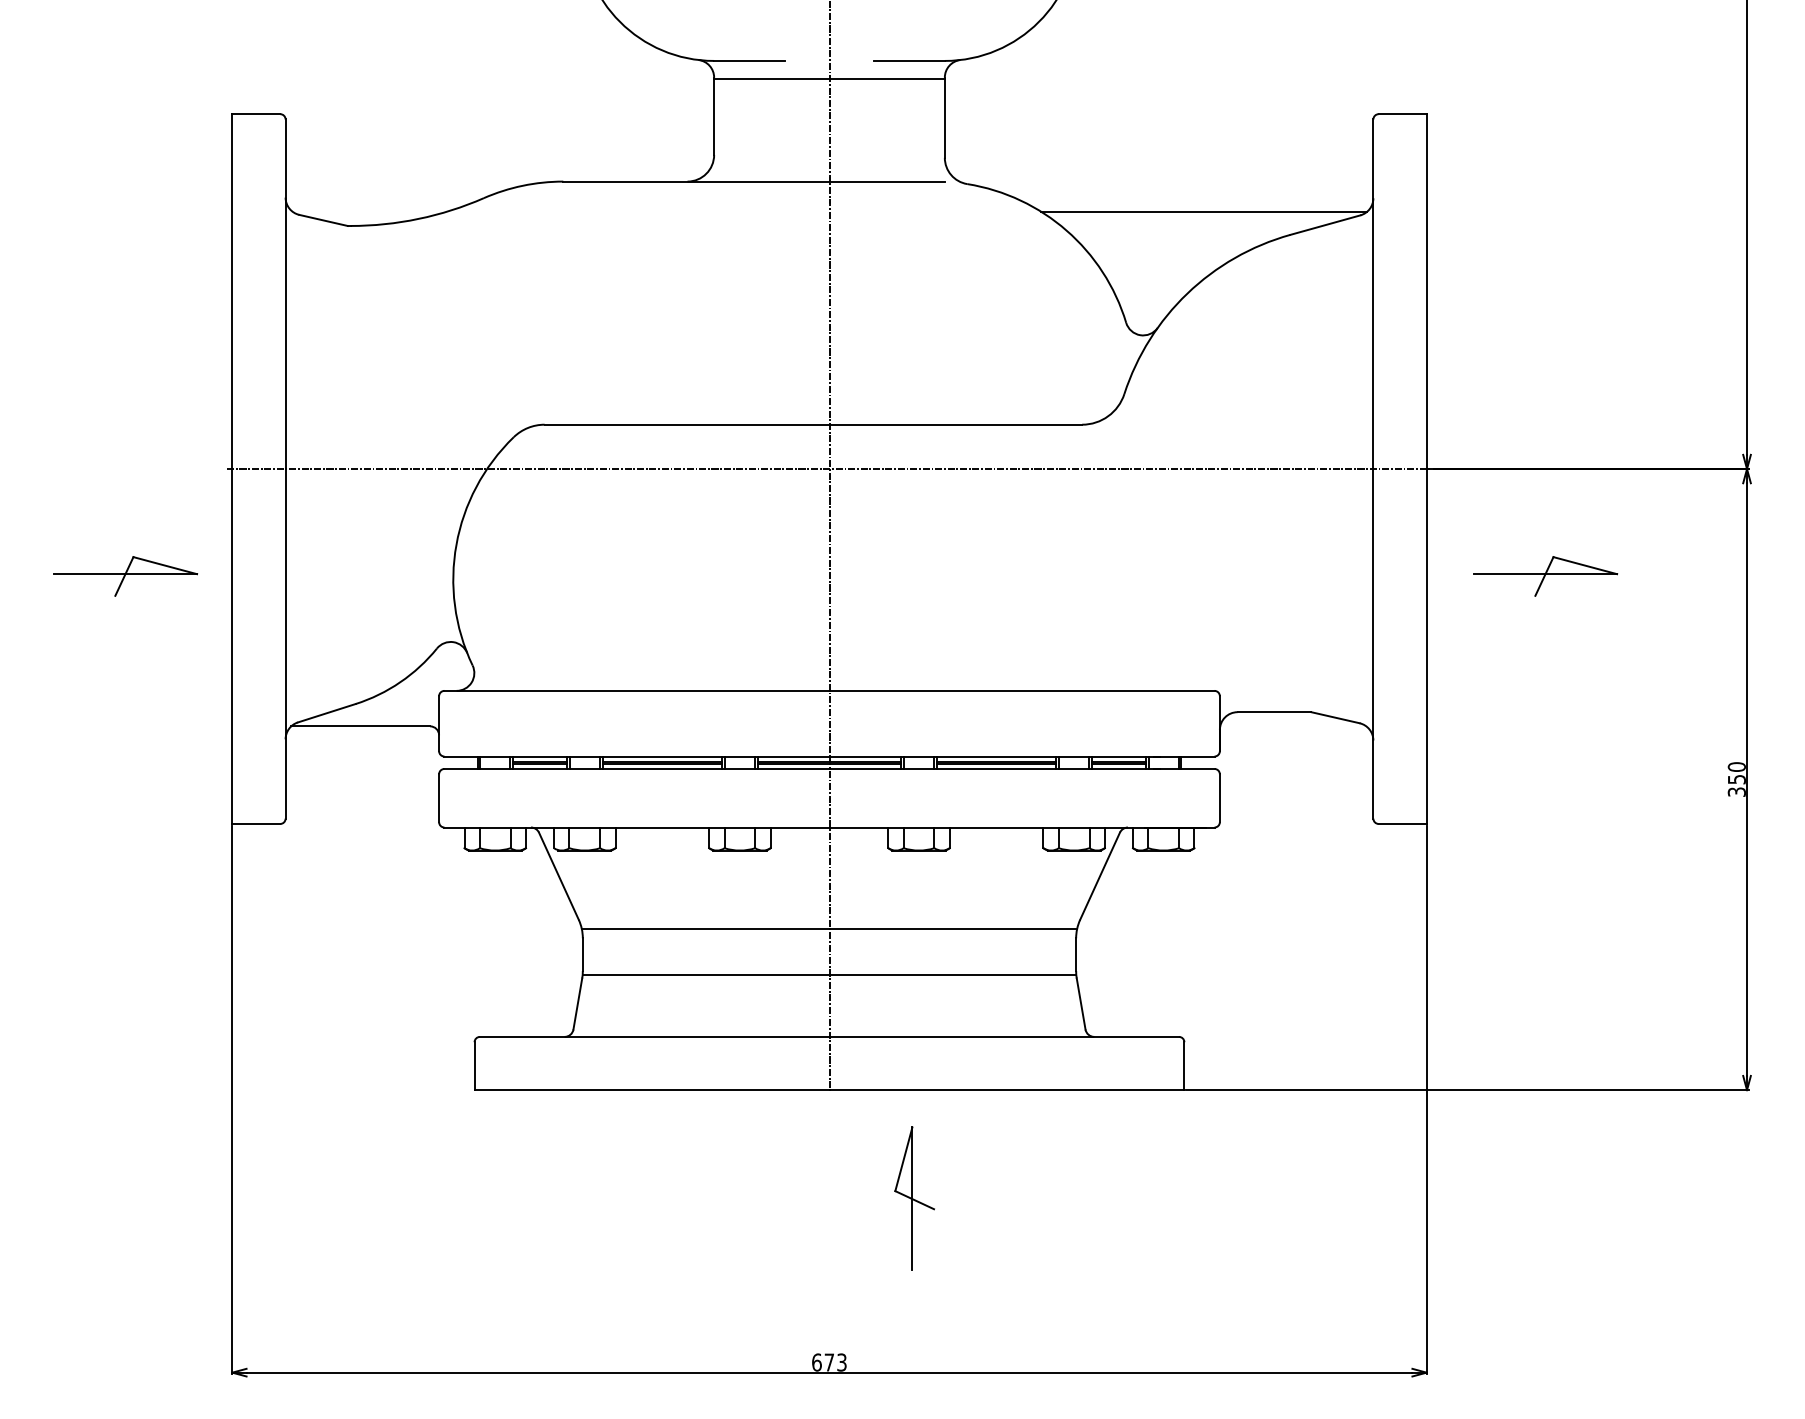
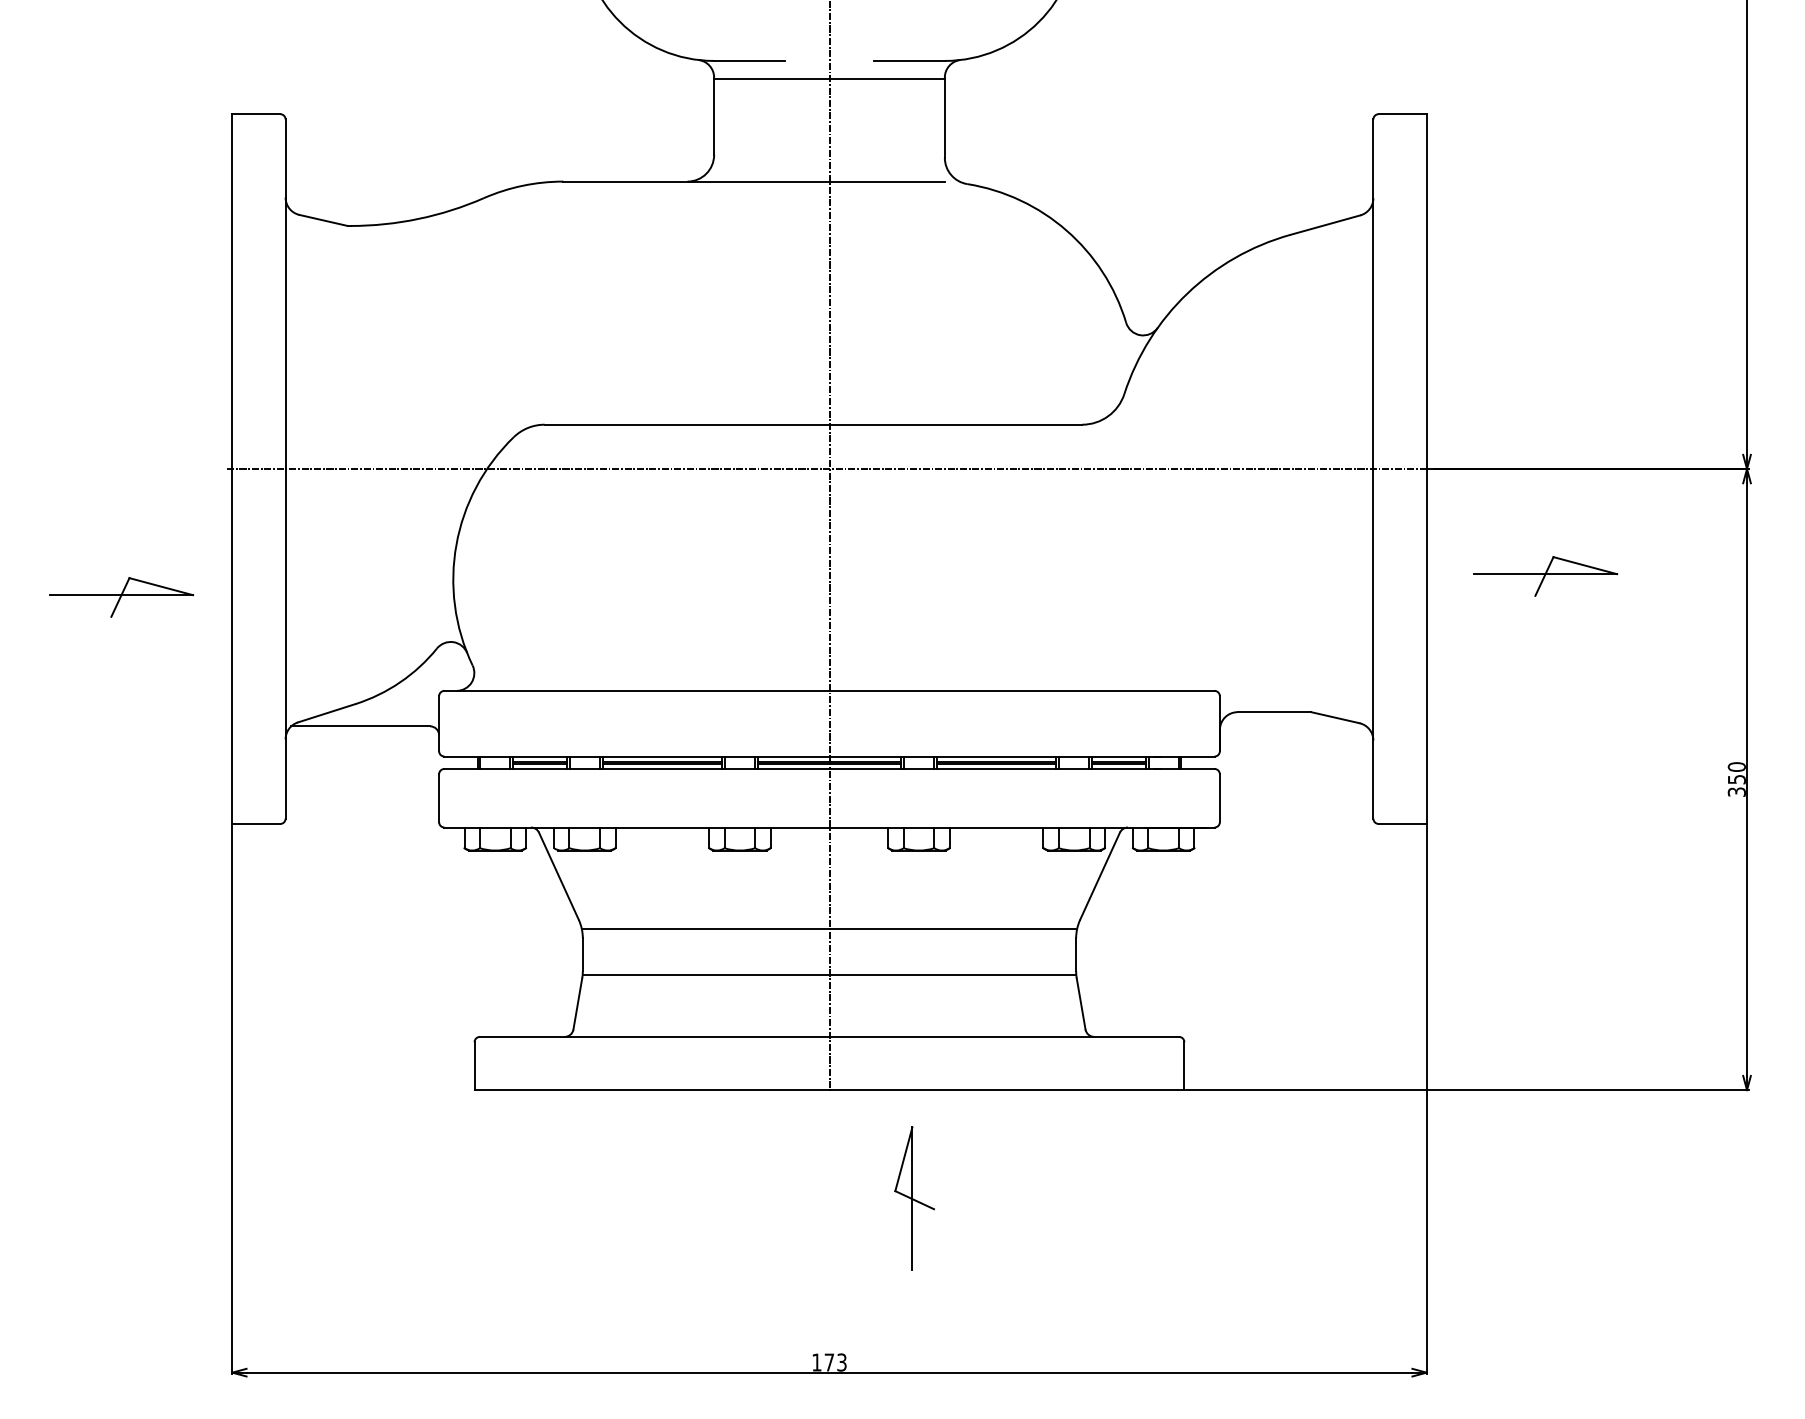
line at (1204, 211): present -> none
part at (125, 576) position: (125, 576) -> (121, 597)
text at (816, 1362): 673 -> 173
